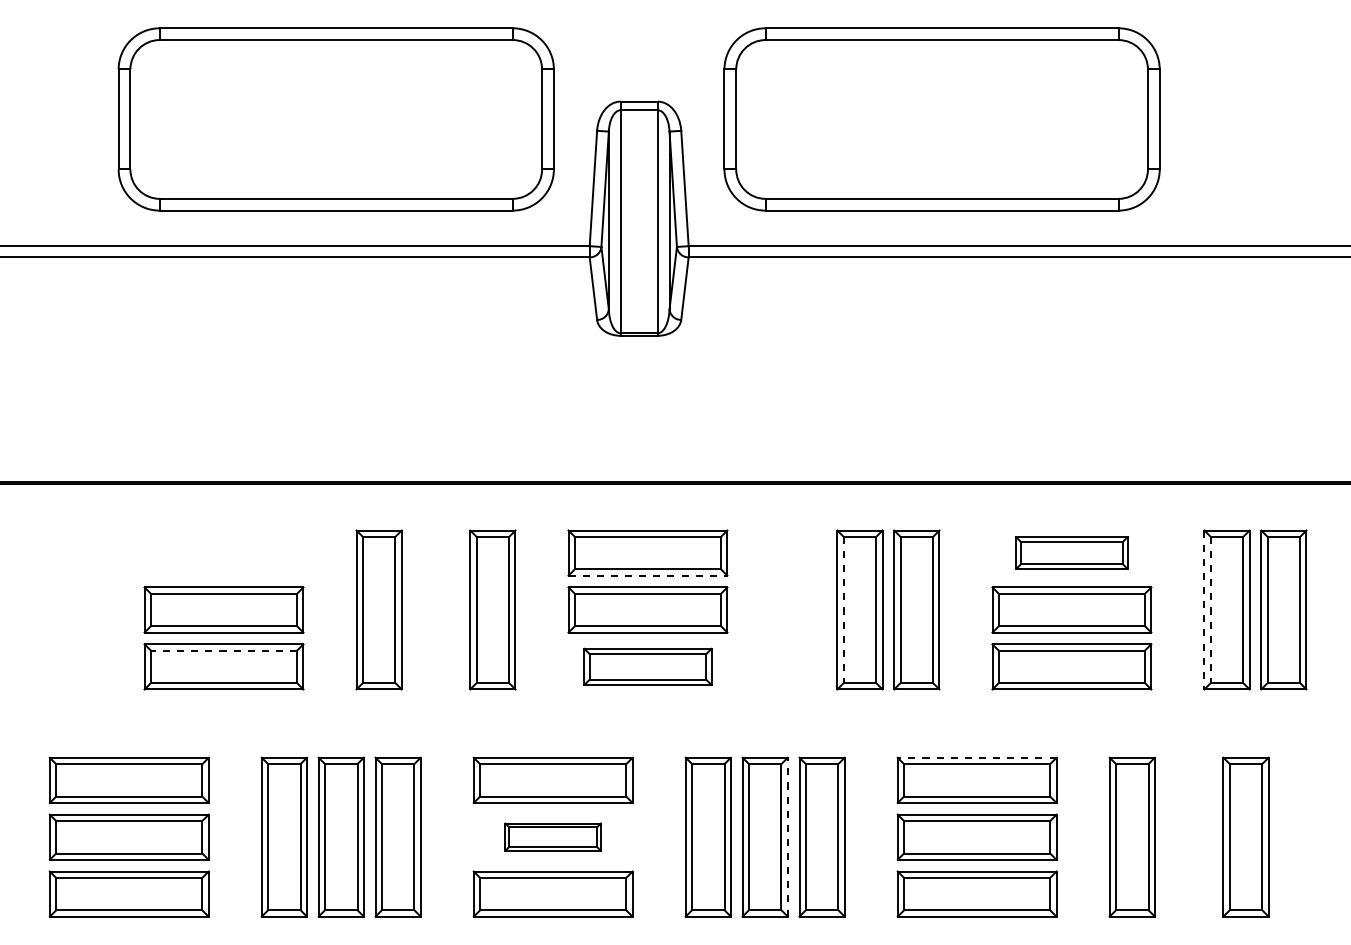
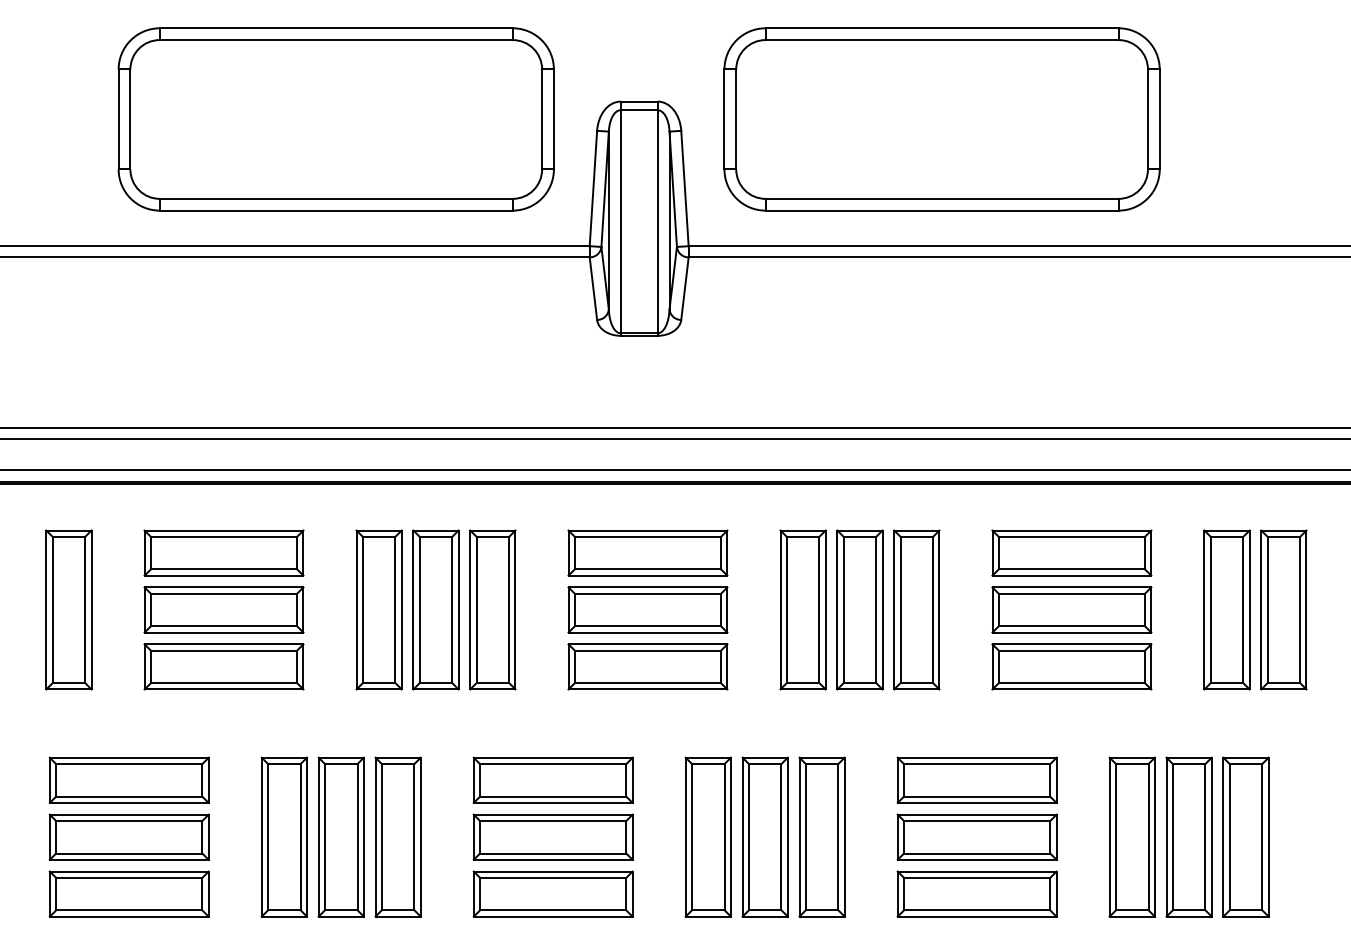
line at (674, 427): none -> present
line at (674, 439): none -> present
line at (674, 469): none -> present
part at (223, 552): none -> present
part at (1071, 552) size: 114x34 px -> 162x48 px
line at (648, 575): dashed -> solid
part at (68, 609): none -> present
part at (435, 609): none -> present
part at (802, 609): none -> present
line at (843, 610): dashed -> solid
line at (1204, 610): dashed -> solid
line at (1210, 610): dashed -> solid
line at (223, 650): dashed -> solid
part at (647, 666) size: 130x39 px -> 162x48 px
line at (976, 757): dashed -> solid
part at (552, 836) size: 98x30 px -> 162x48 px
line at (787, 836): dashed -> solid
part at (1188, 836): none -> present
